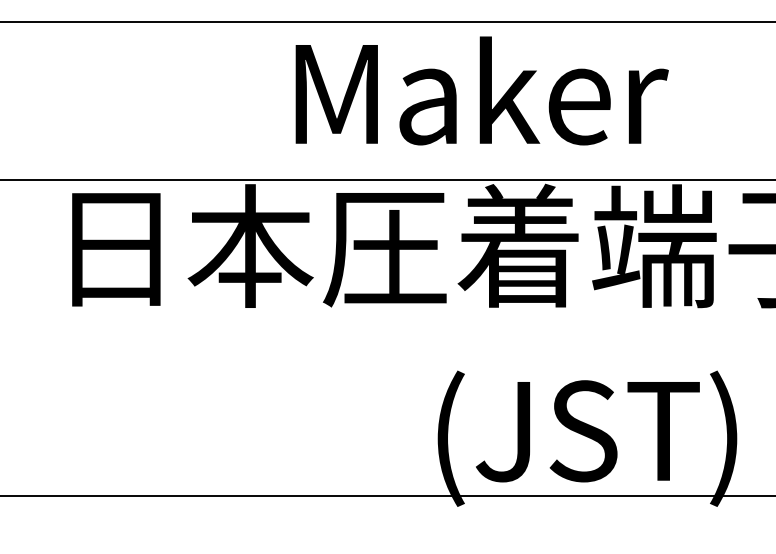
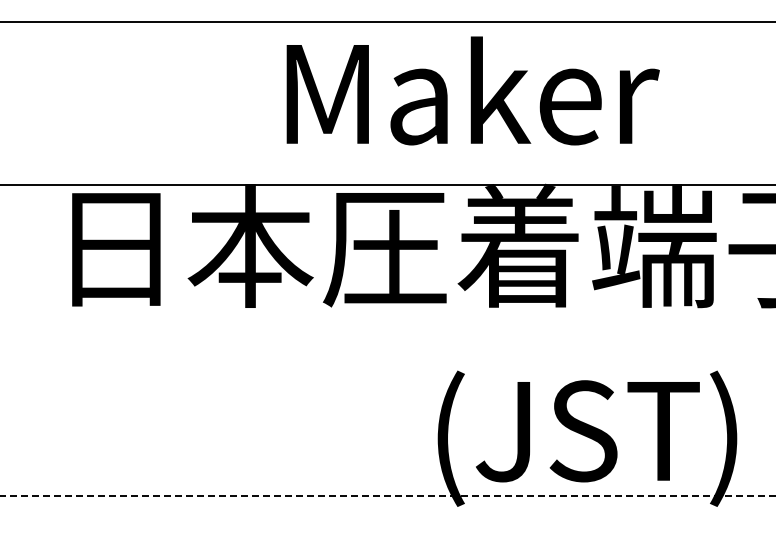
text at (481, 90) position: (481, 90) -> (472, 90)
line at (387, 179) position: (387, 179) -> (387, 184)
line at (388, 496): solid -> dashed
